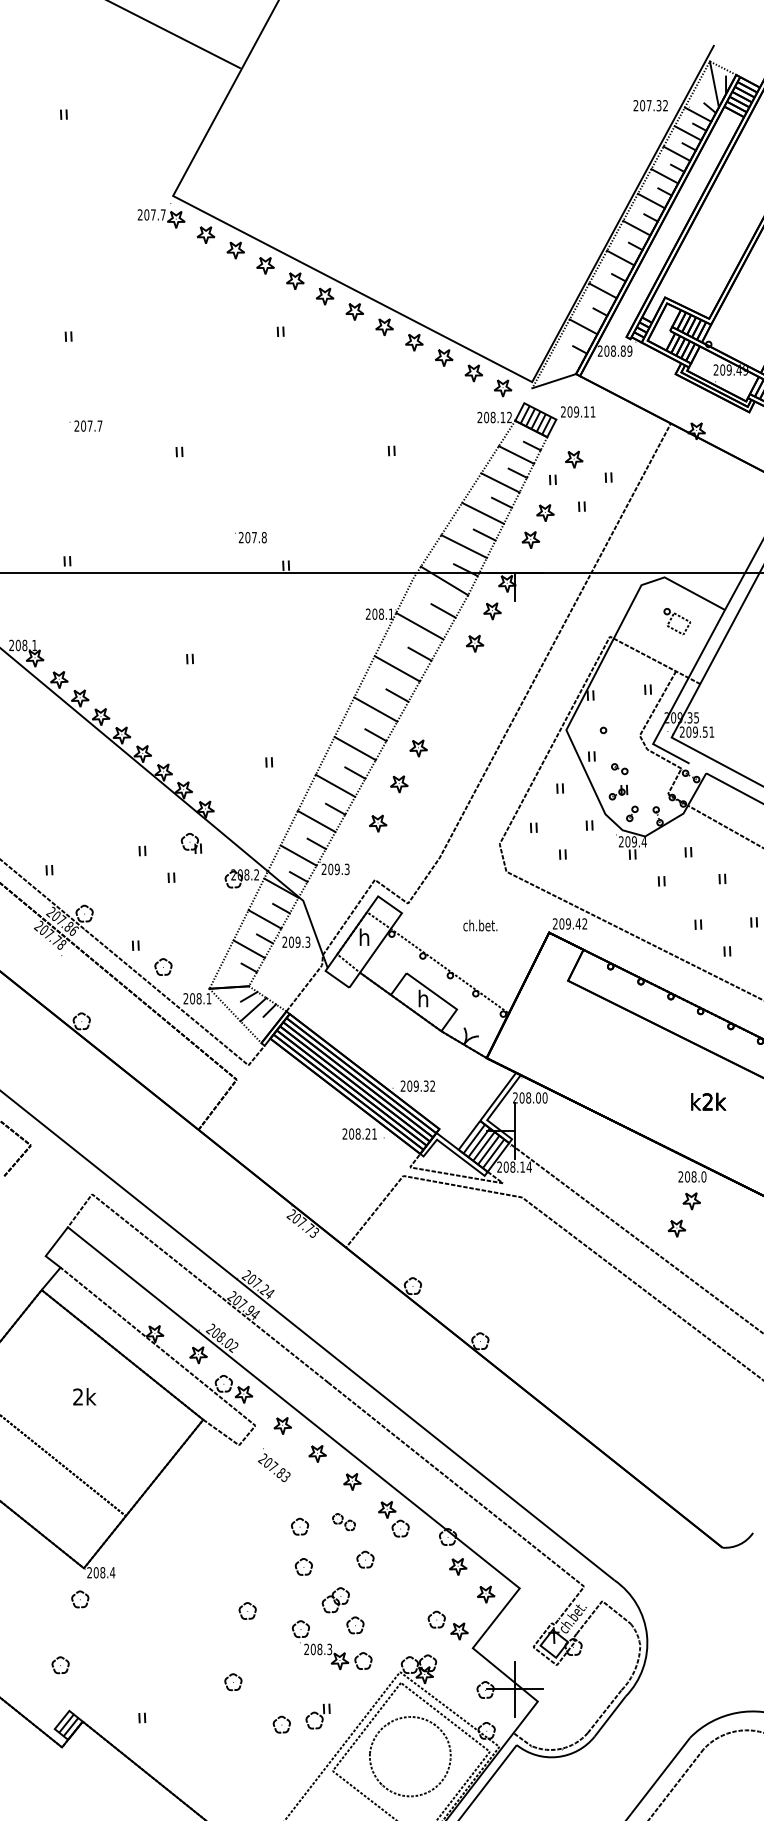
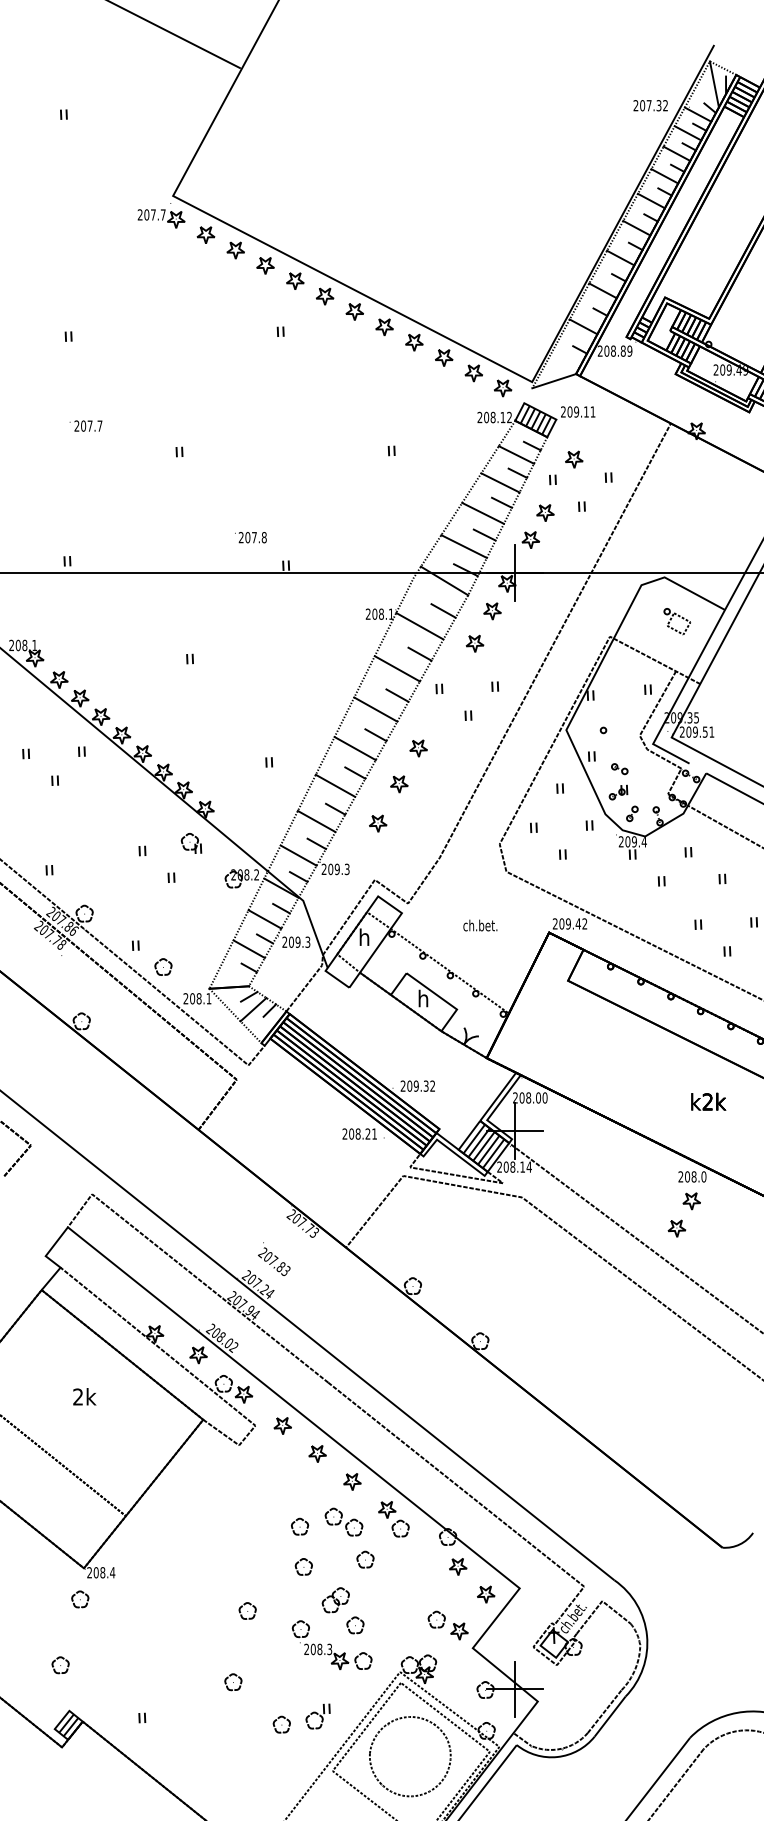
line at (515, 558): none -> present
part at (466, 710): none -> present
part at (52, 775): none -> present
line at (529, 1131): none -> present
text at (274, 1464) position: (274, 1464) -> (274, 1258)
part at (343, 1521) size: 24x18 px -> 40x30 px
